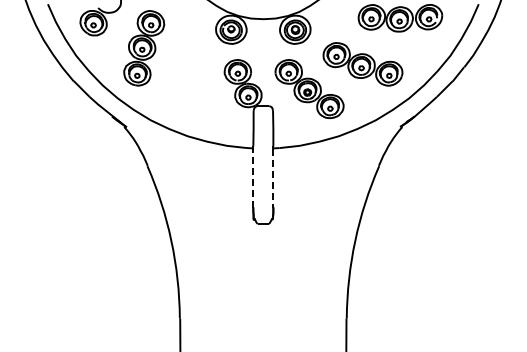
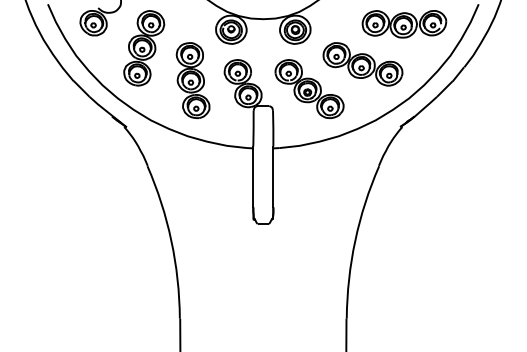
part at (400, 18) position: (400, 18) -> (404, 24)
part at (192, 80): none -> present
line at (253, 178): dashed -> solid
line at (273, 179): dashed -> solid
